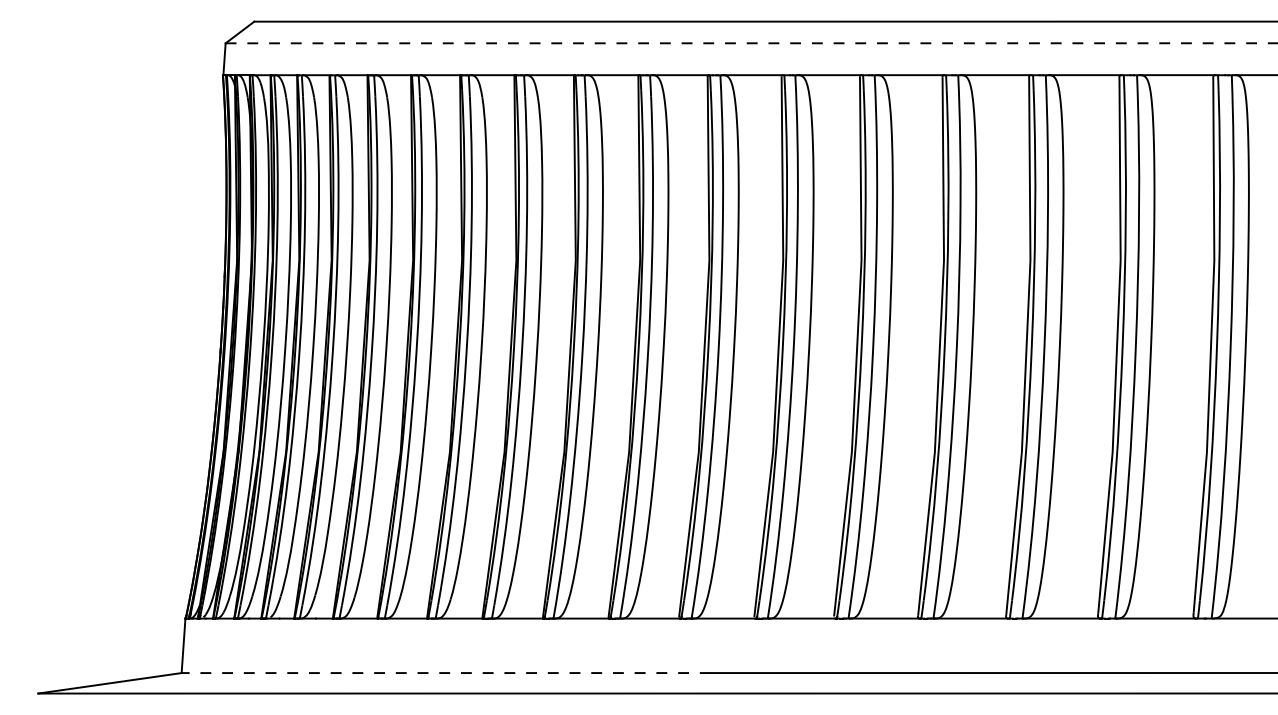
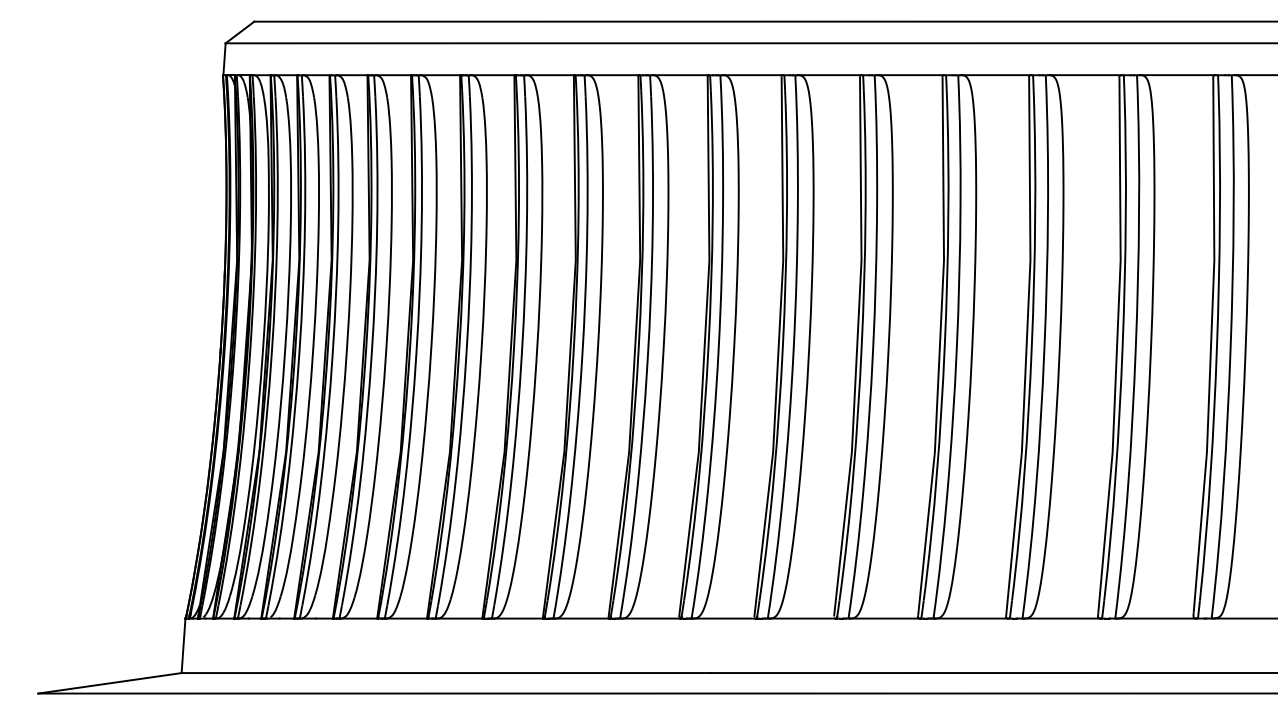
line at (751, 43): dashed -> solid
line at (446, 673): dashed -> solid
